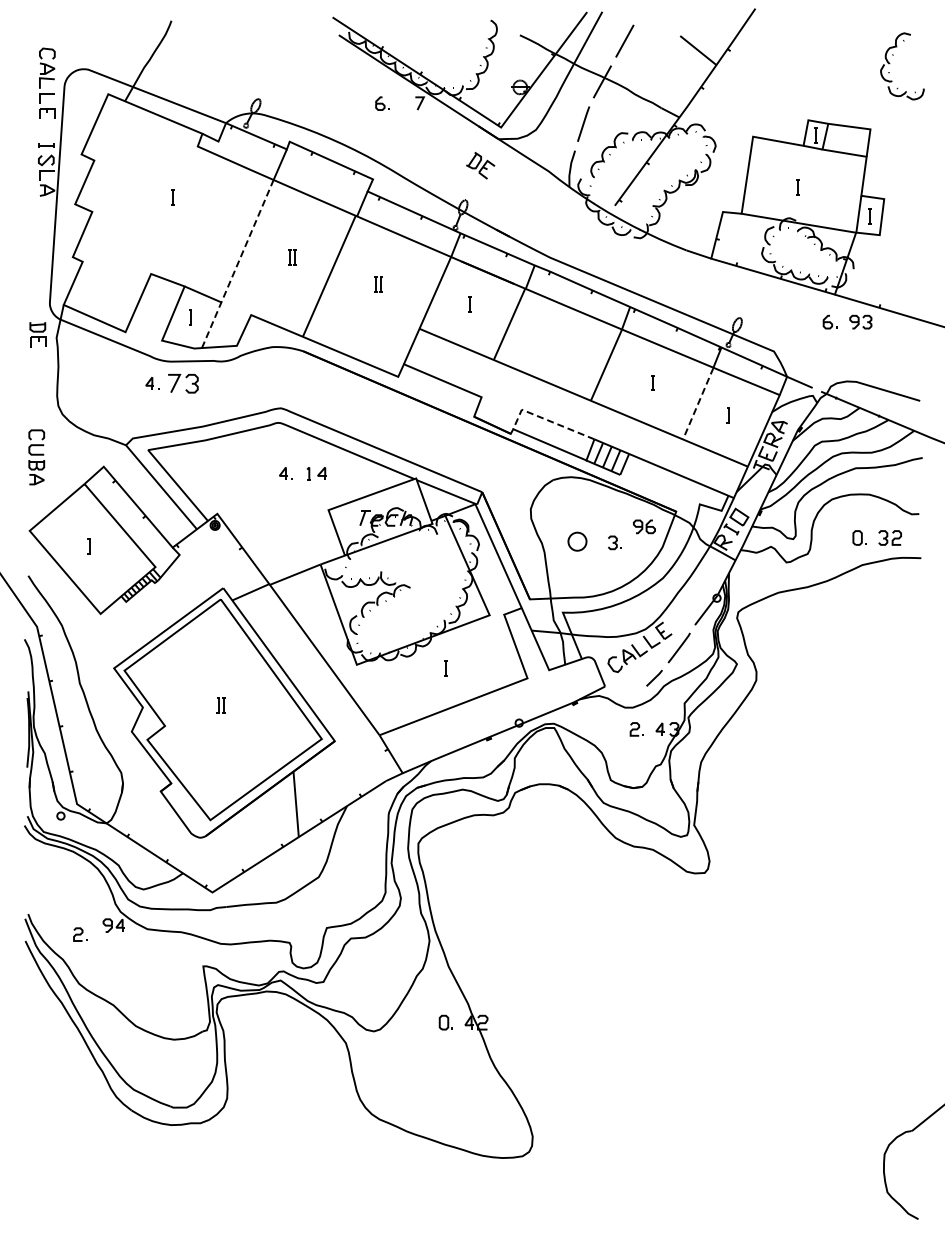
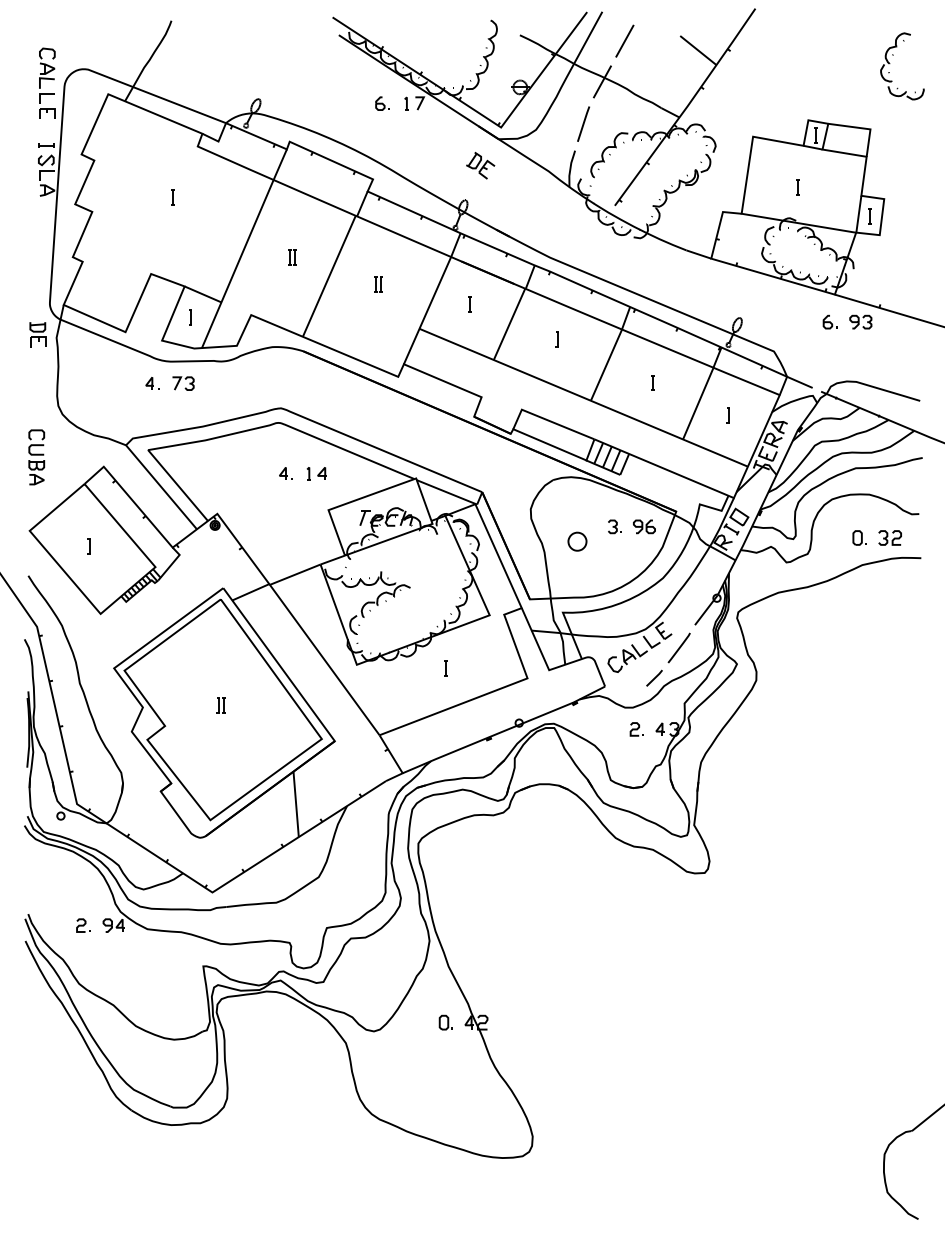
part at (406, 103): none -> present
line at (237, 264): dashed -> solid
part at (556, 339): none -> present
part at (183, 383) size: 31x20 px -> 23x15 px
line at (697, 404): dashed -> solid
line at (547, 420): dashed -> solid
part at (614, 542) position: (614, 542) -> (614, 526)
part at (80, 934) position: (80, 934) -> (83, 925)
